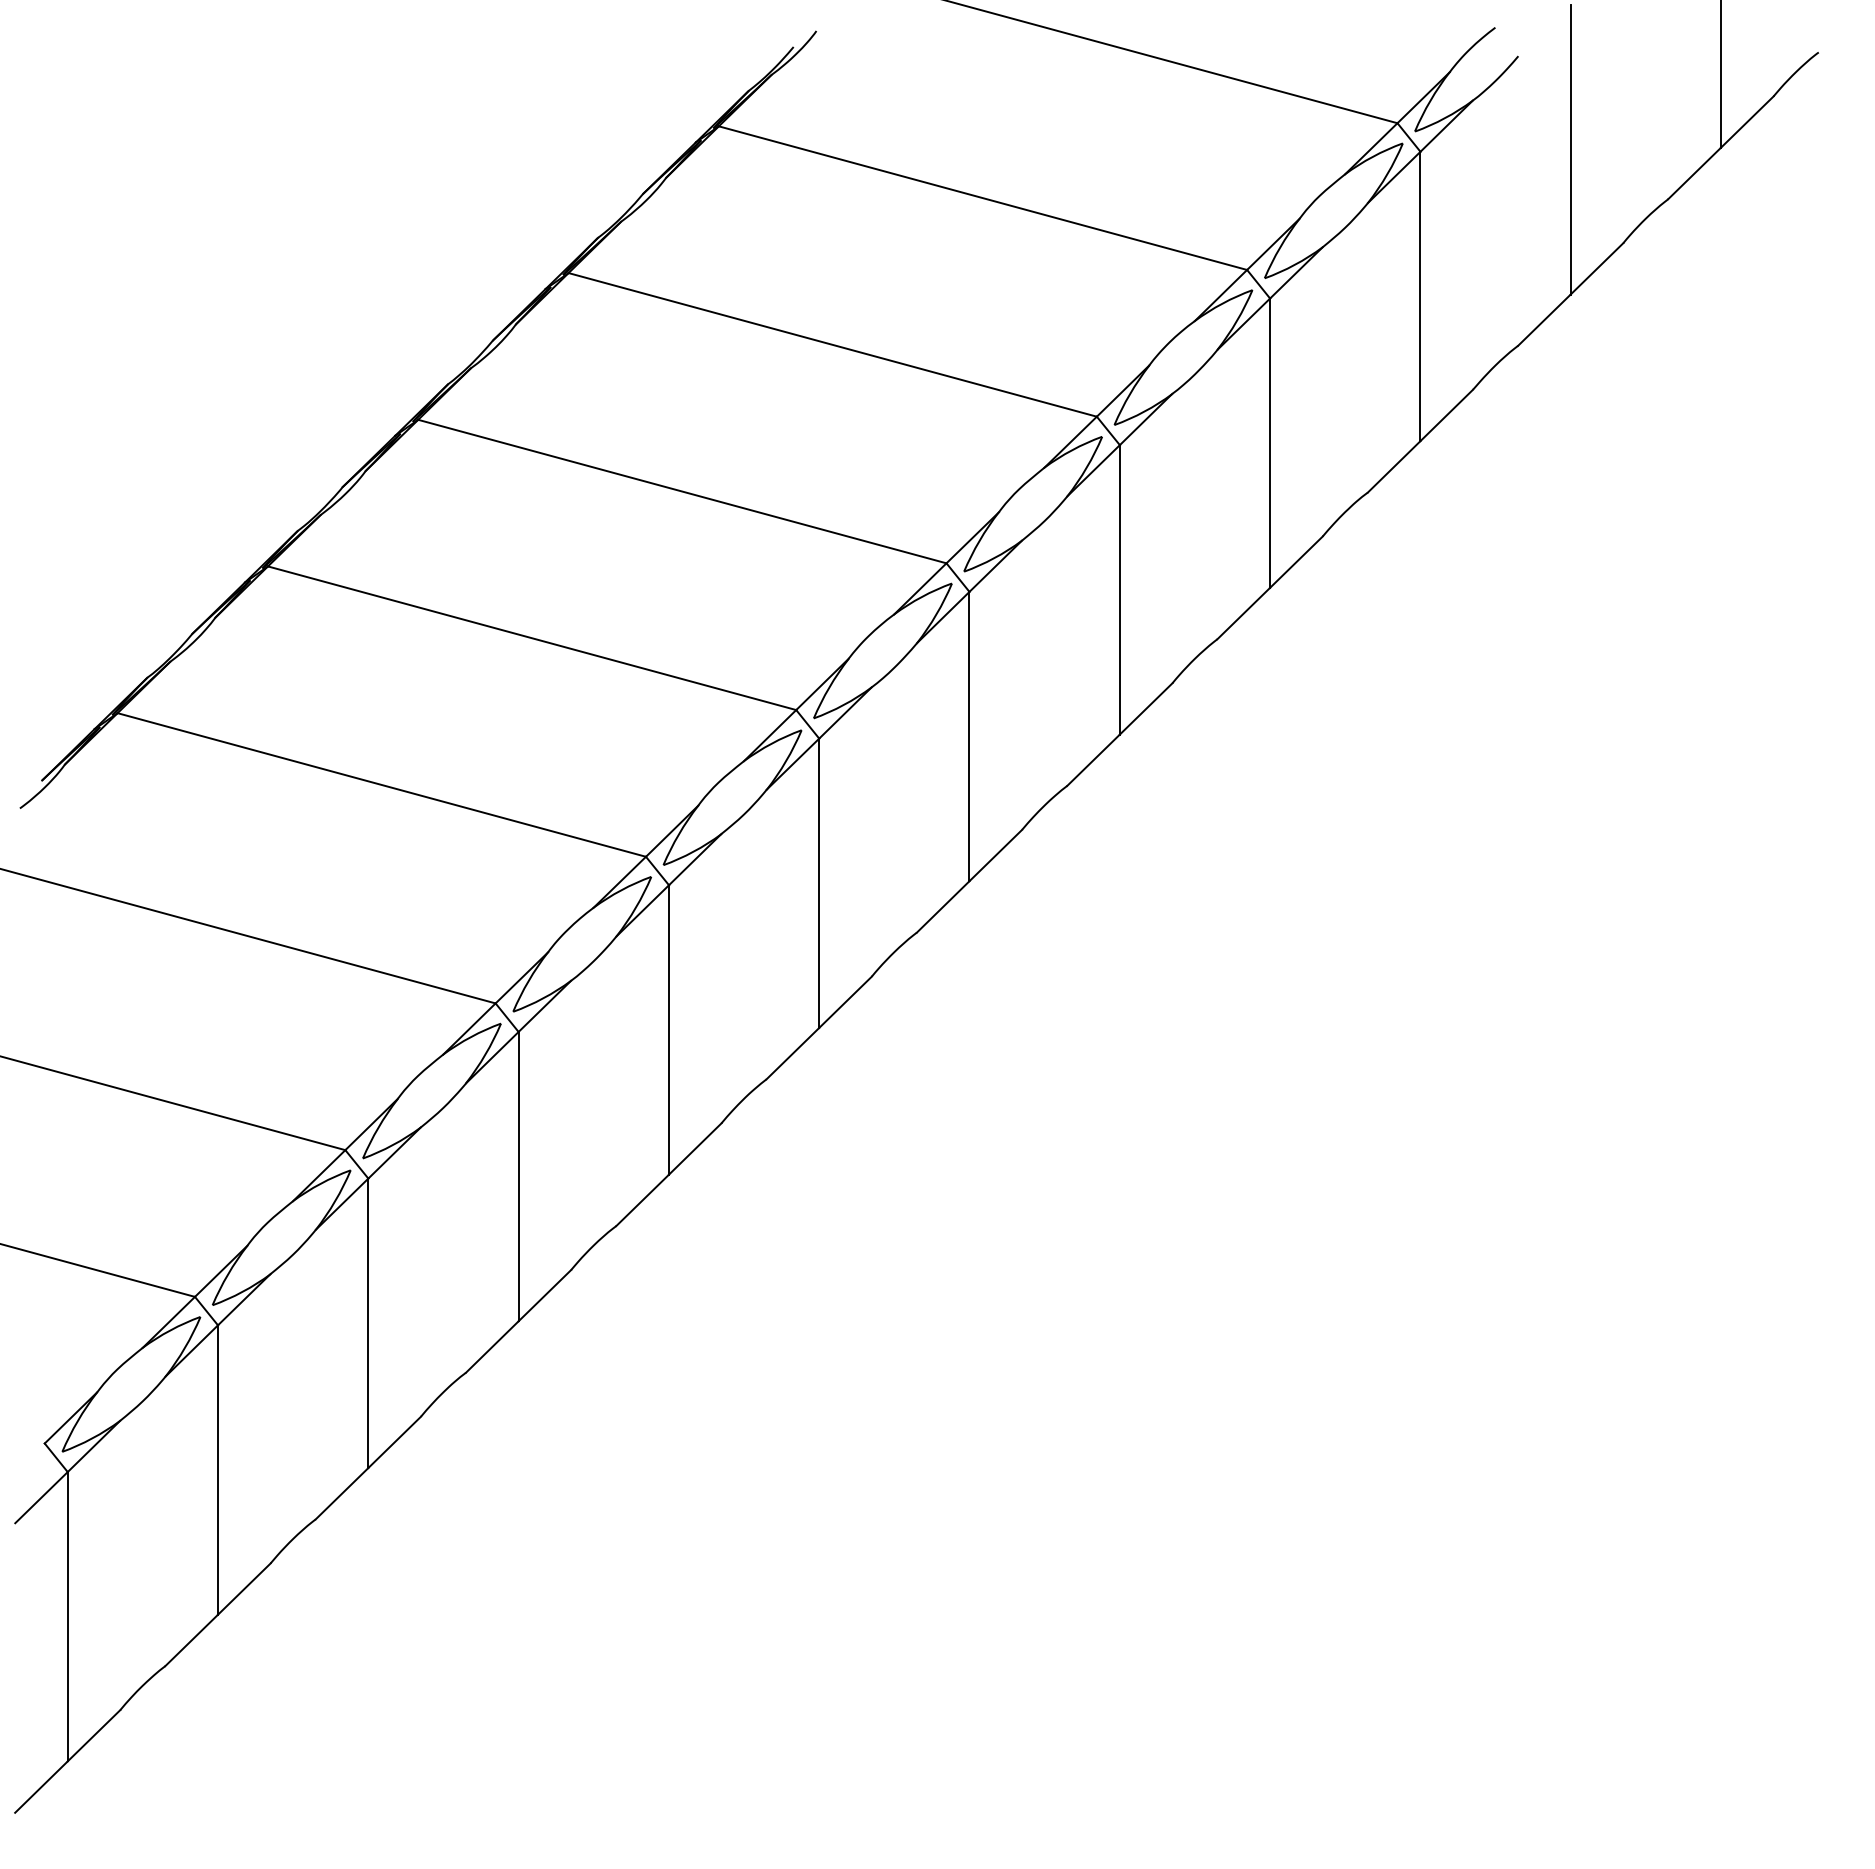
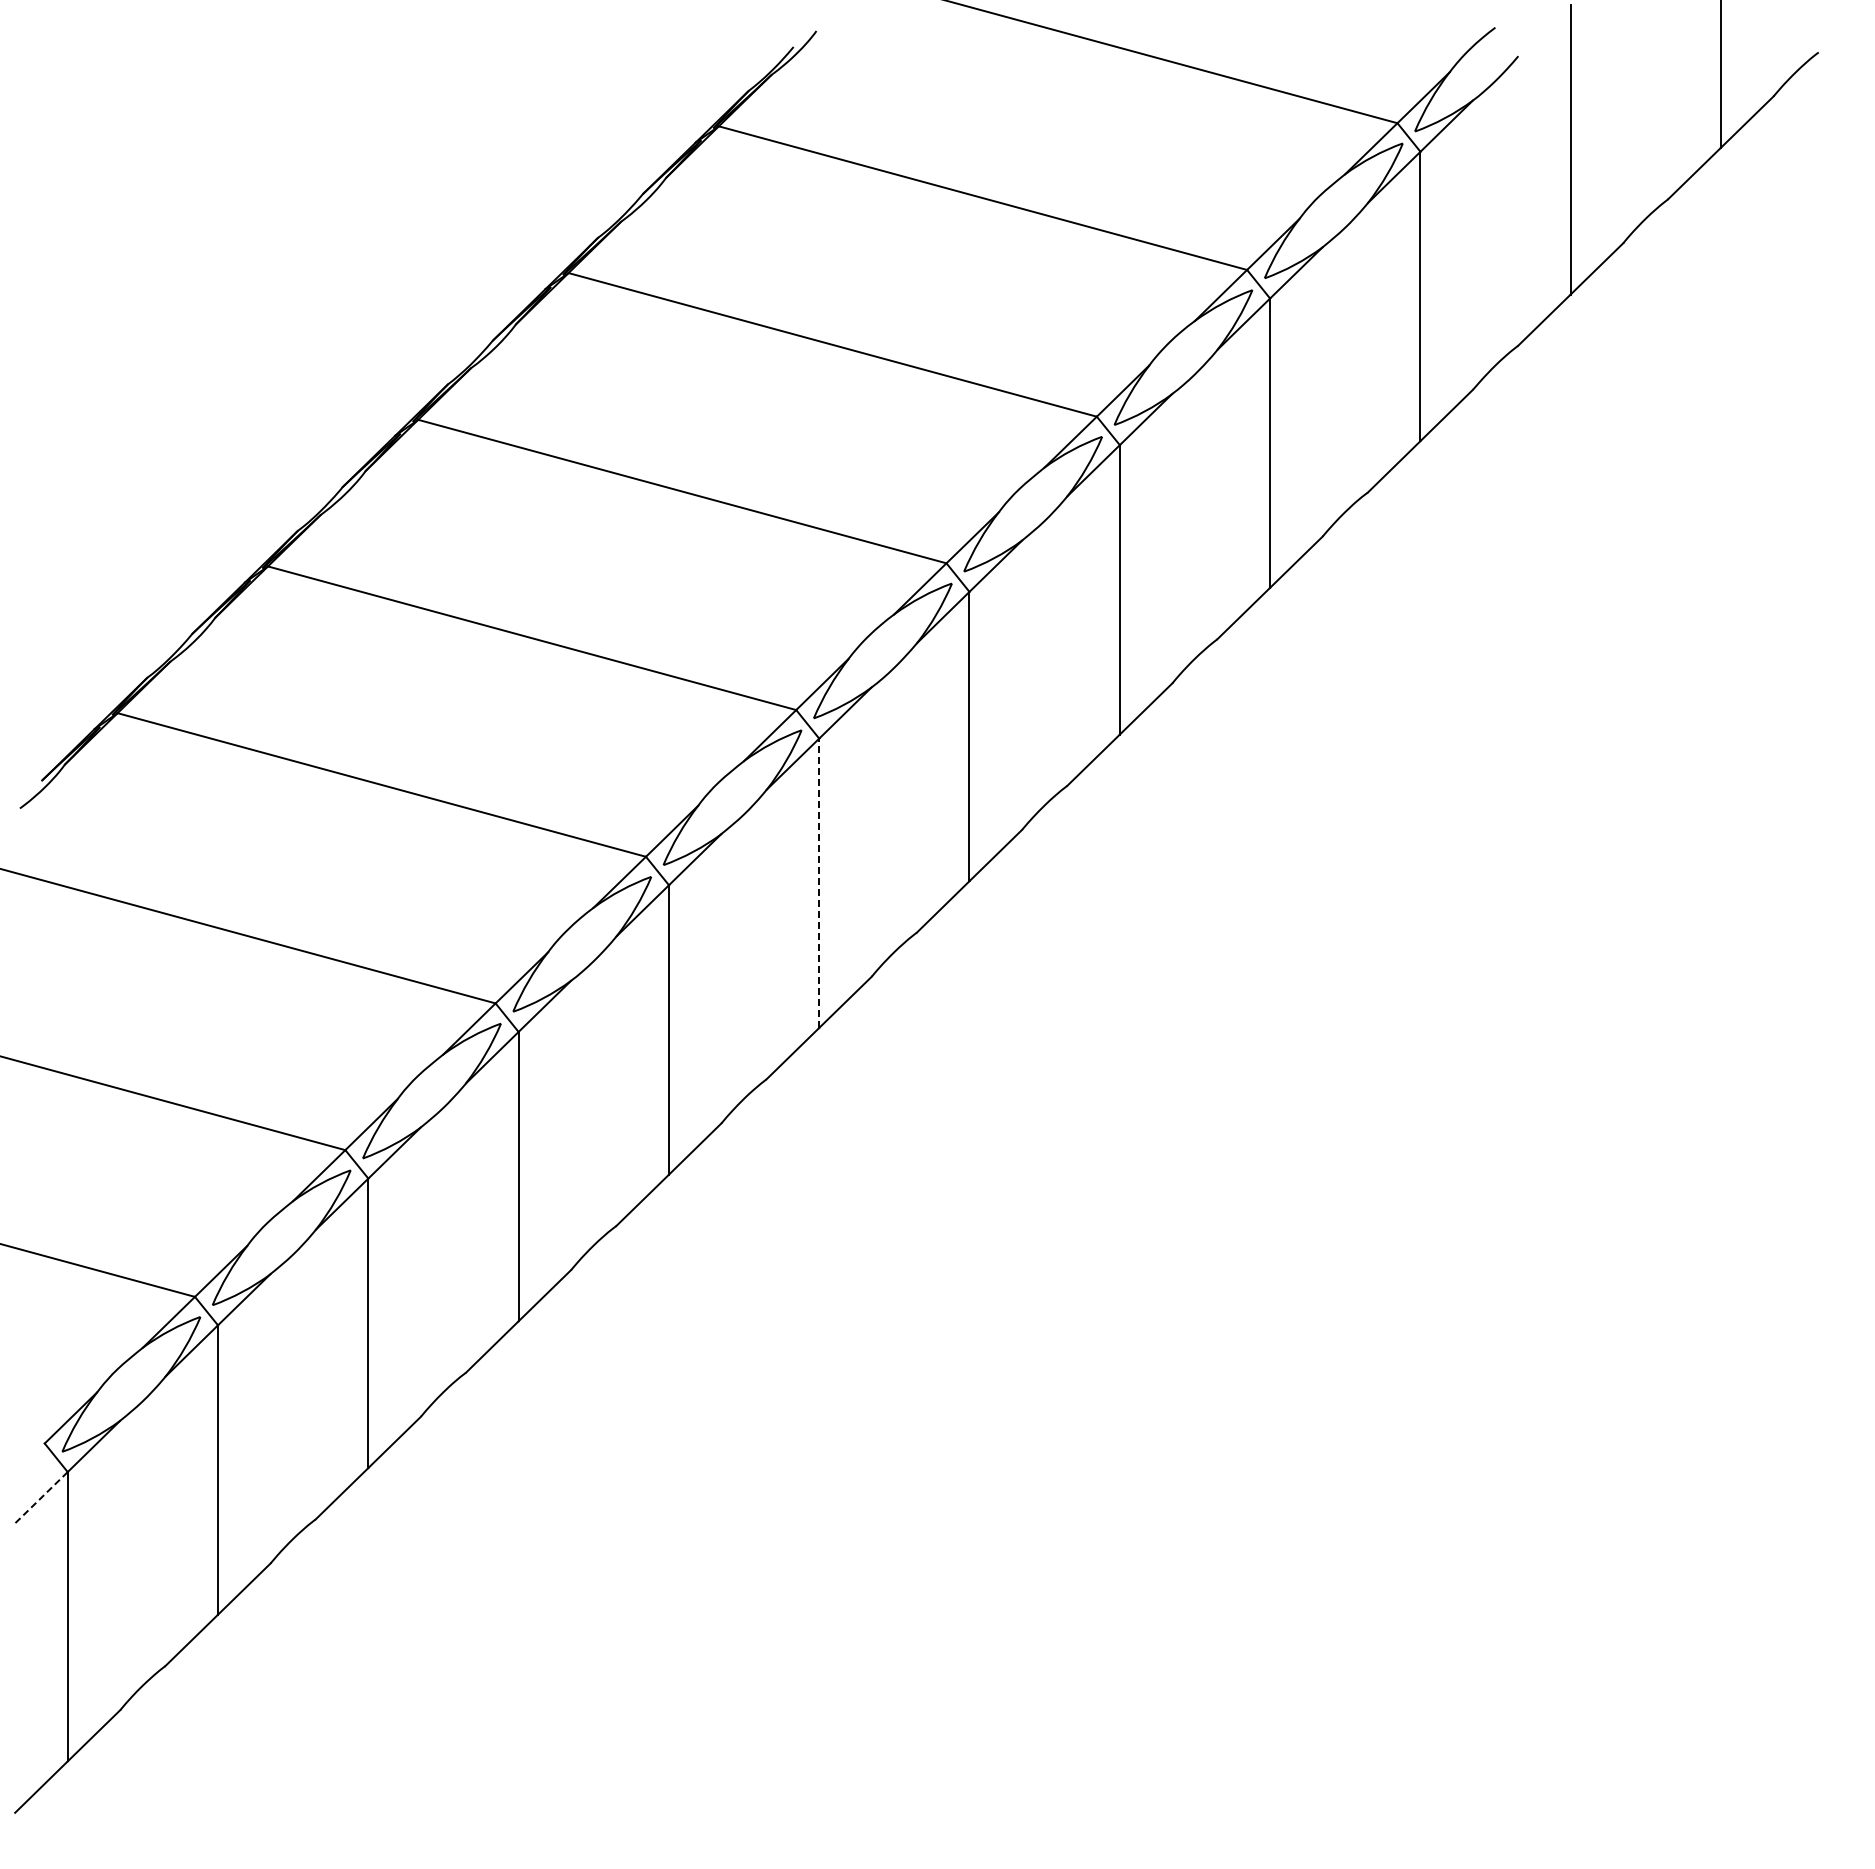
line at (819, 883): solid -> dashed
line at (41, 1497): solid -> dashed
